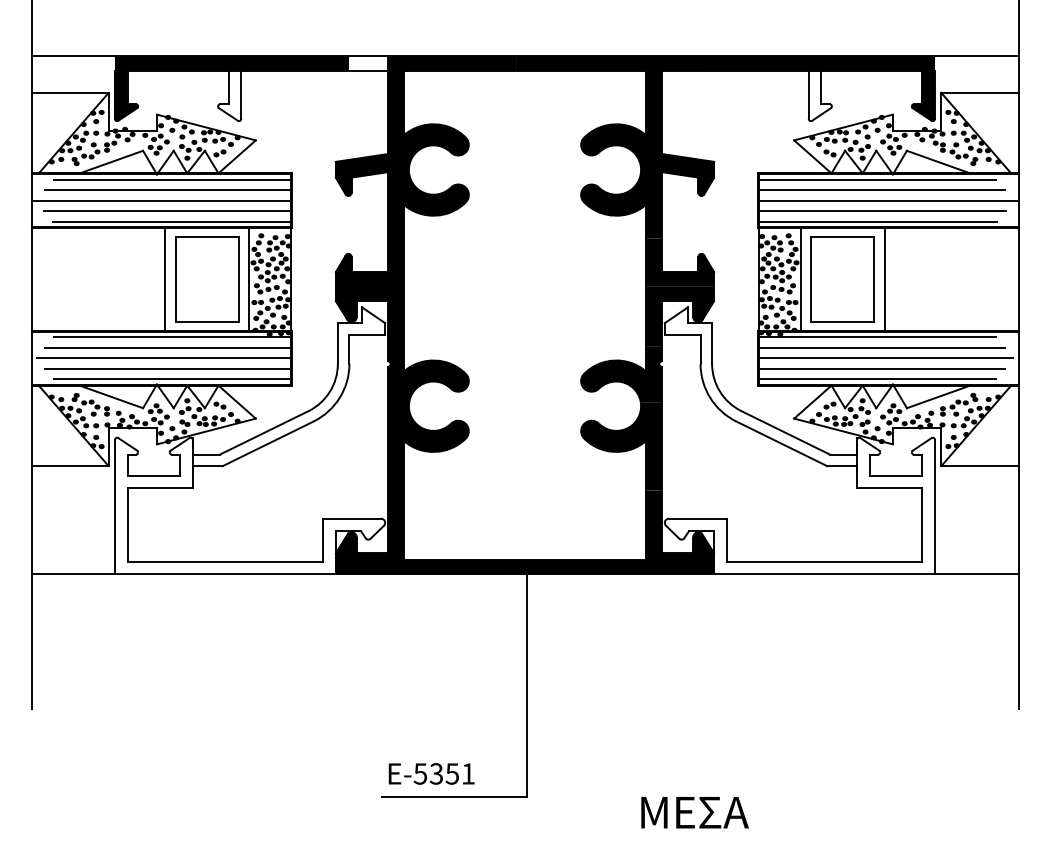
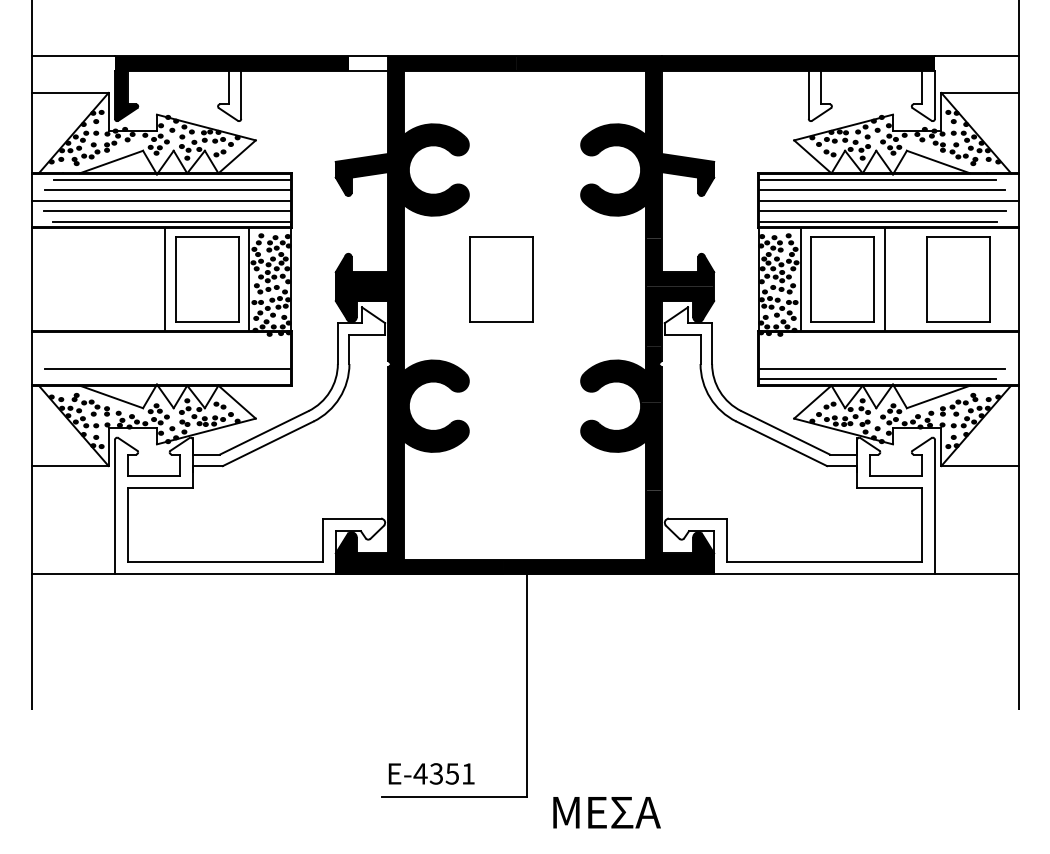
fill at (922, 95): present -> none
part at (501, 279): none -> present
part at (958, 279): none -> present
line at (172, 337): present -> none
line at (877, 337): present -> none
line at (168, 347): present -> none
line at (881, 347): present -> none
line at (164, 358): present -> none
line at (885, 358): present -> none
line at (172, 379): present -> none
text at (420, 773): E-5351 -> E-4351
text at (694, 812) position: (694, 812) -> (606, 812)
